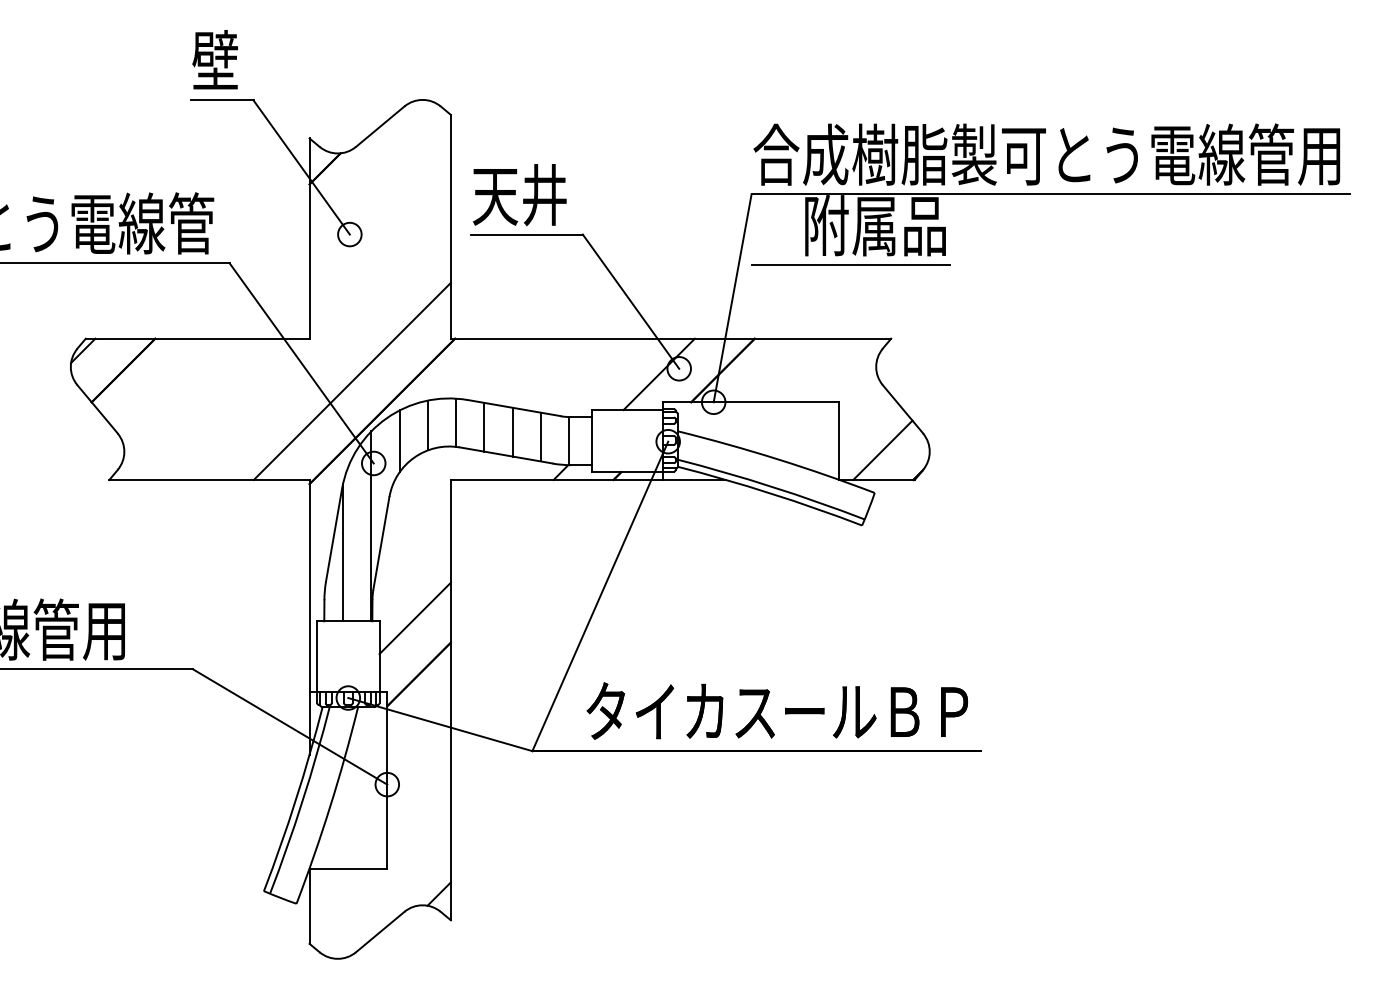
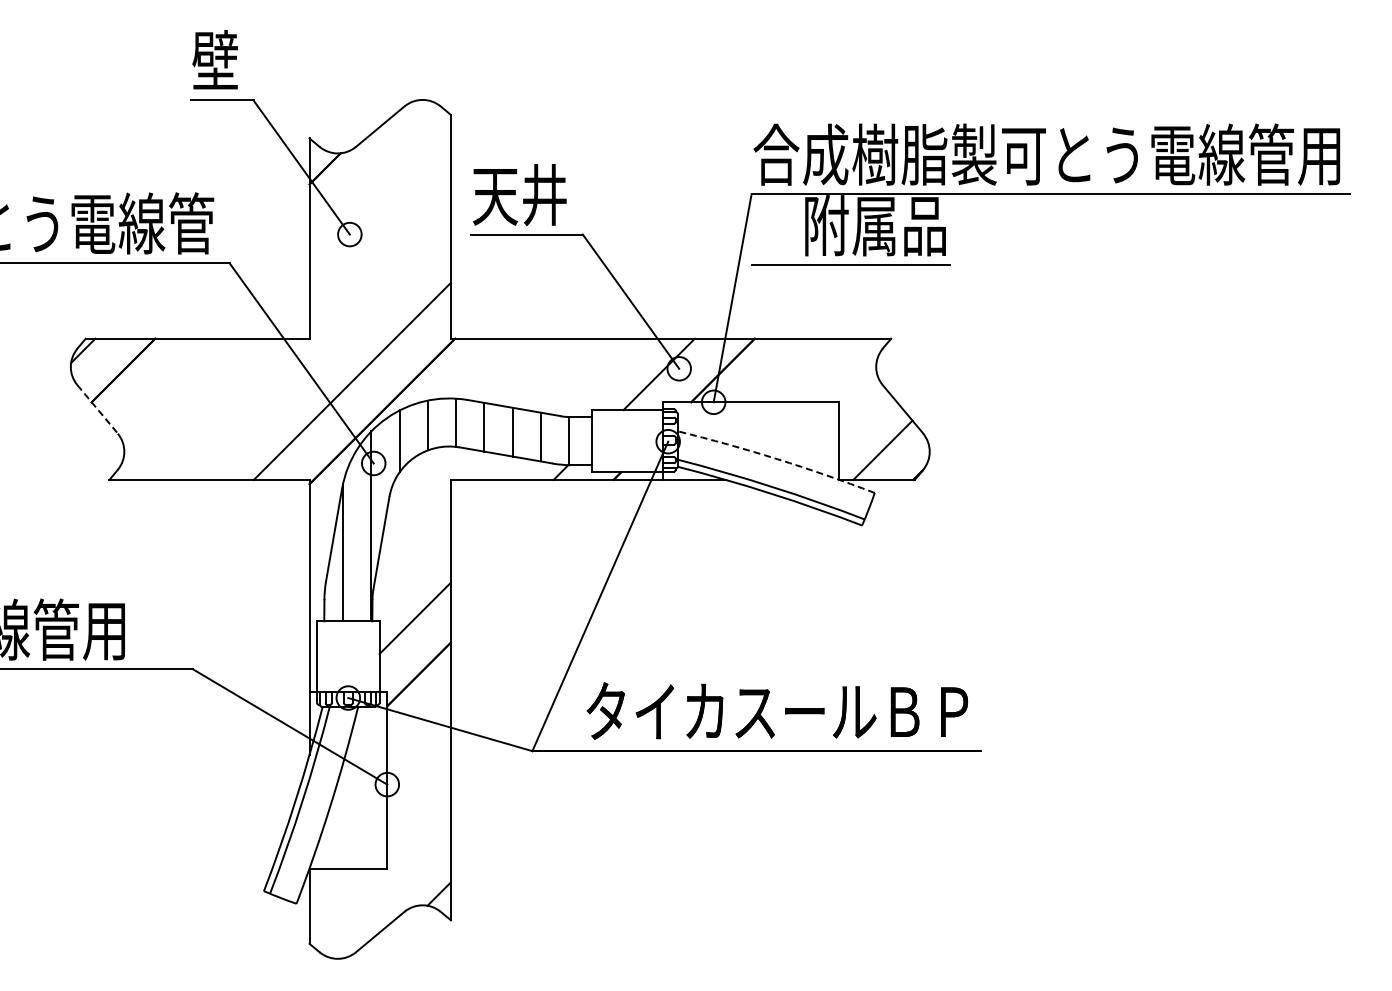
line at (97, 409): solid -> dashed
arc at (777, 459): solid -> dashed
